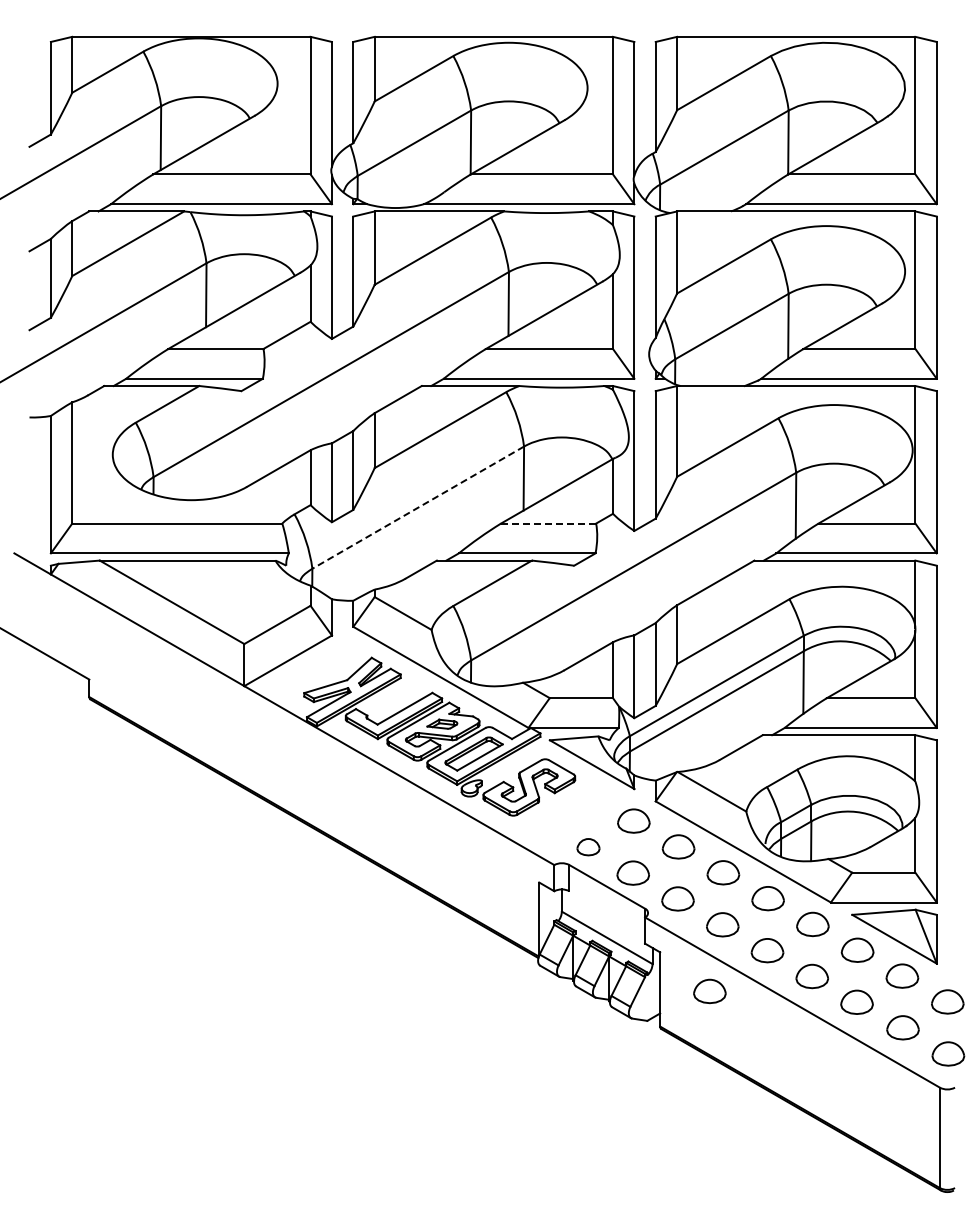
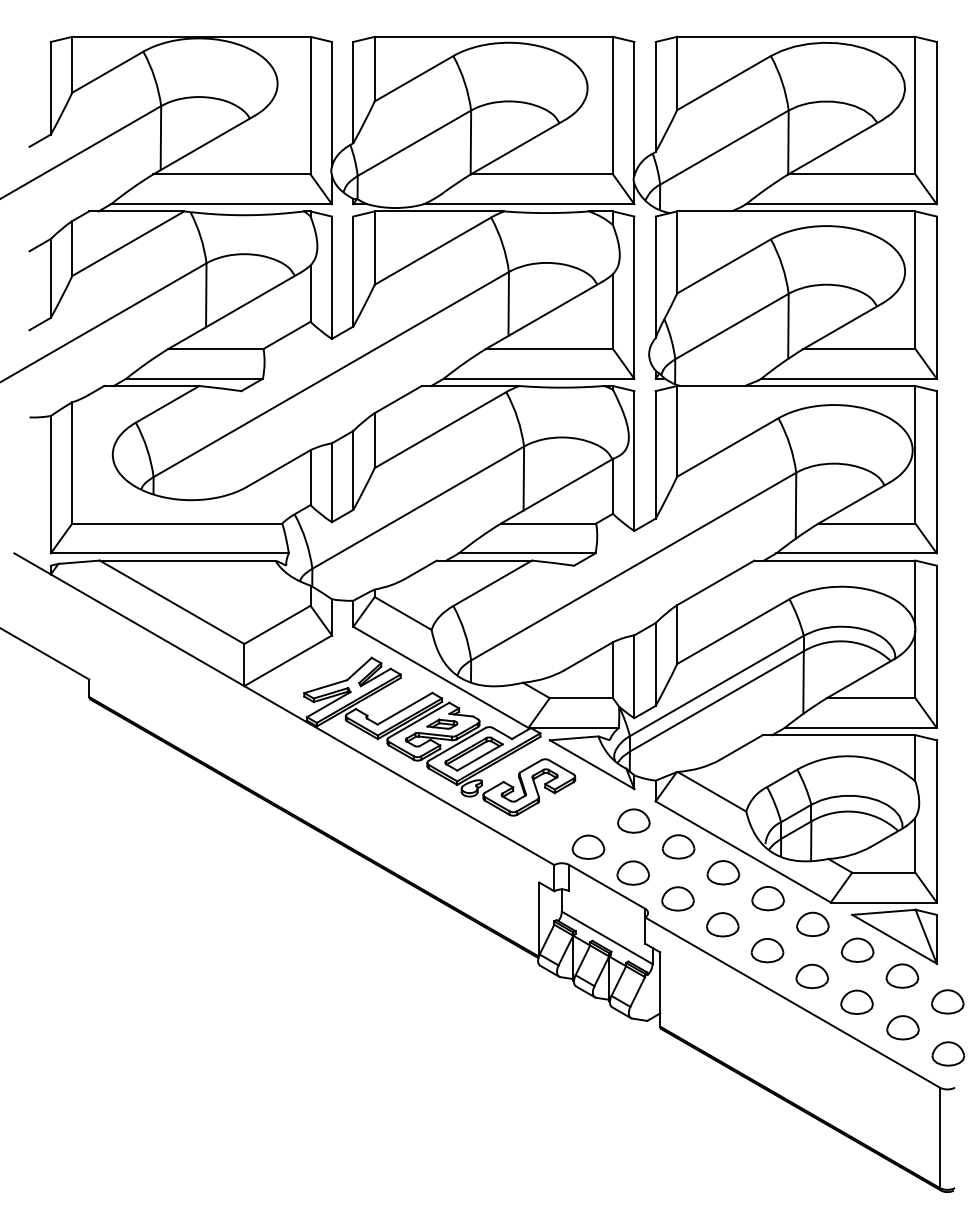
line at (417, 507): dashed -> solid
line at (548, 523): dashed -> solid
part at (588, 847) size: 25x19 px -> 35x26 px
part at (709, 991): present -> none
